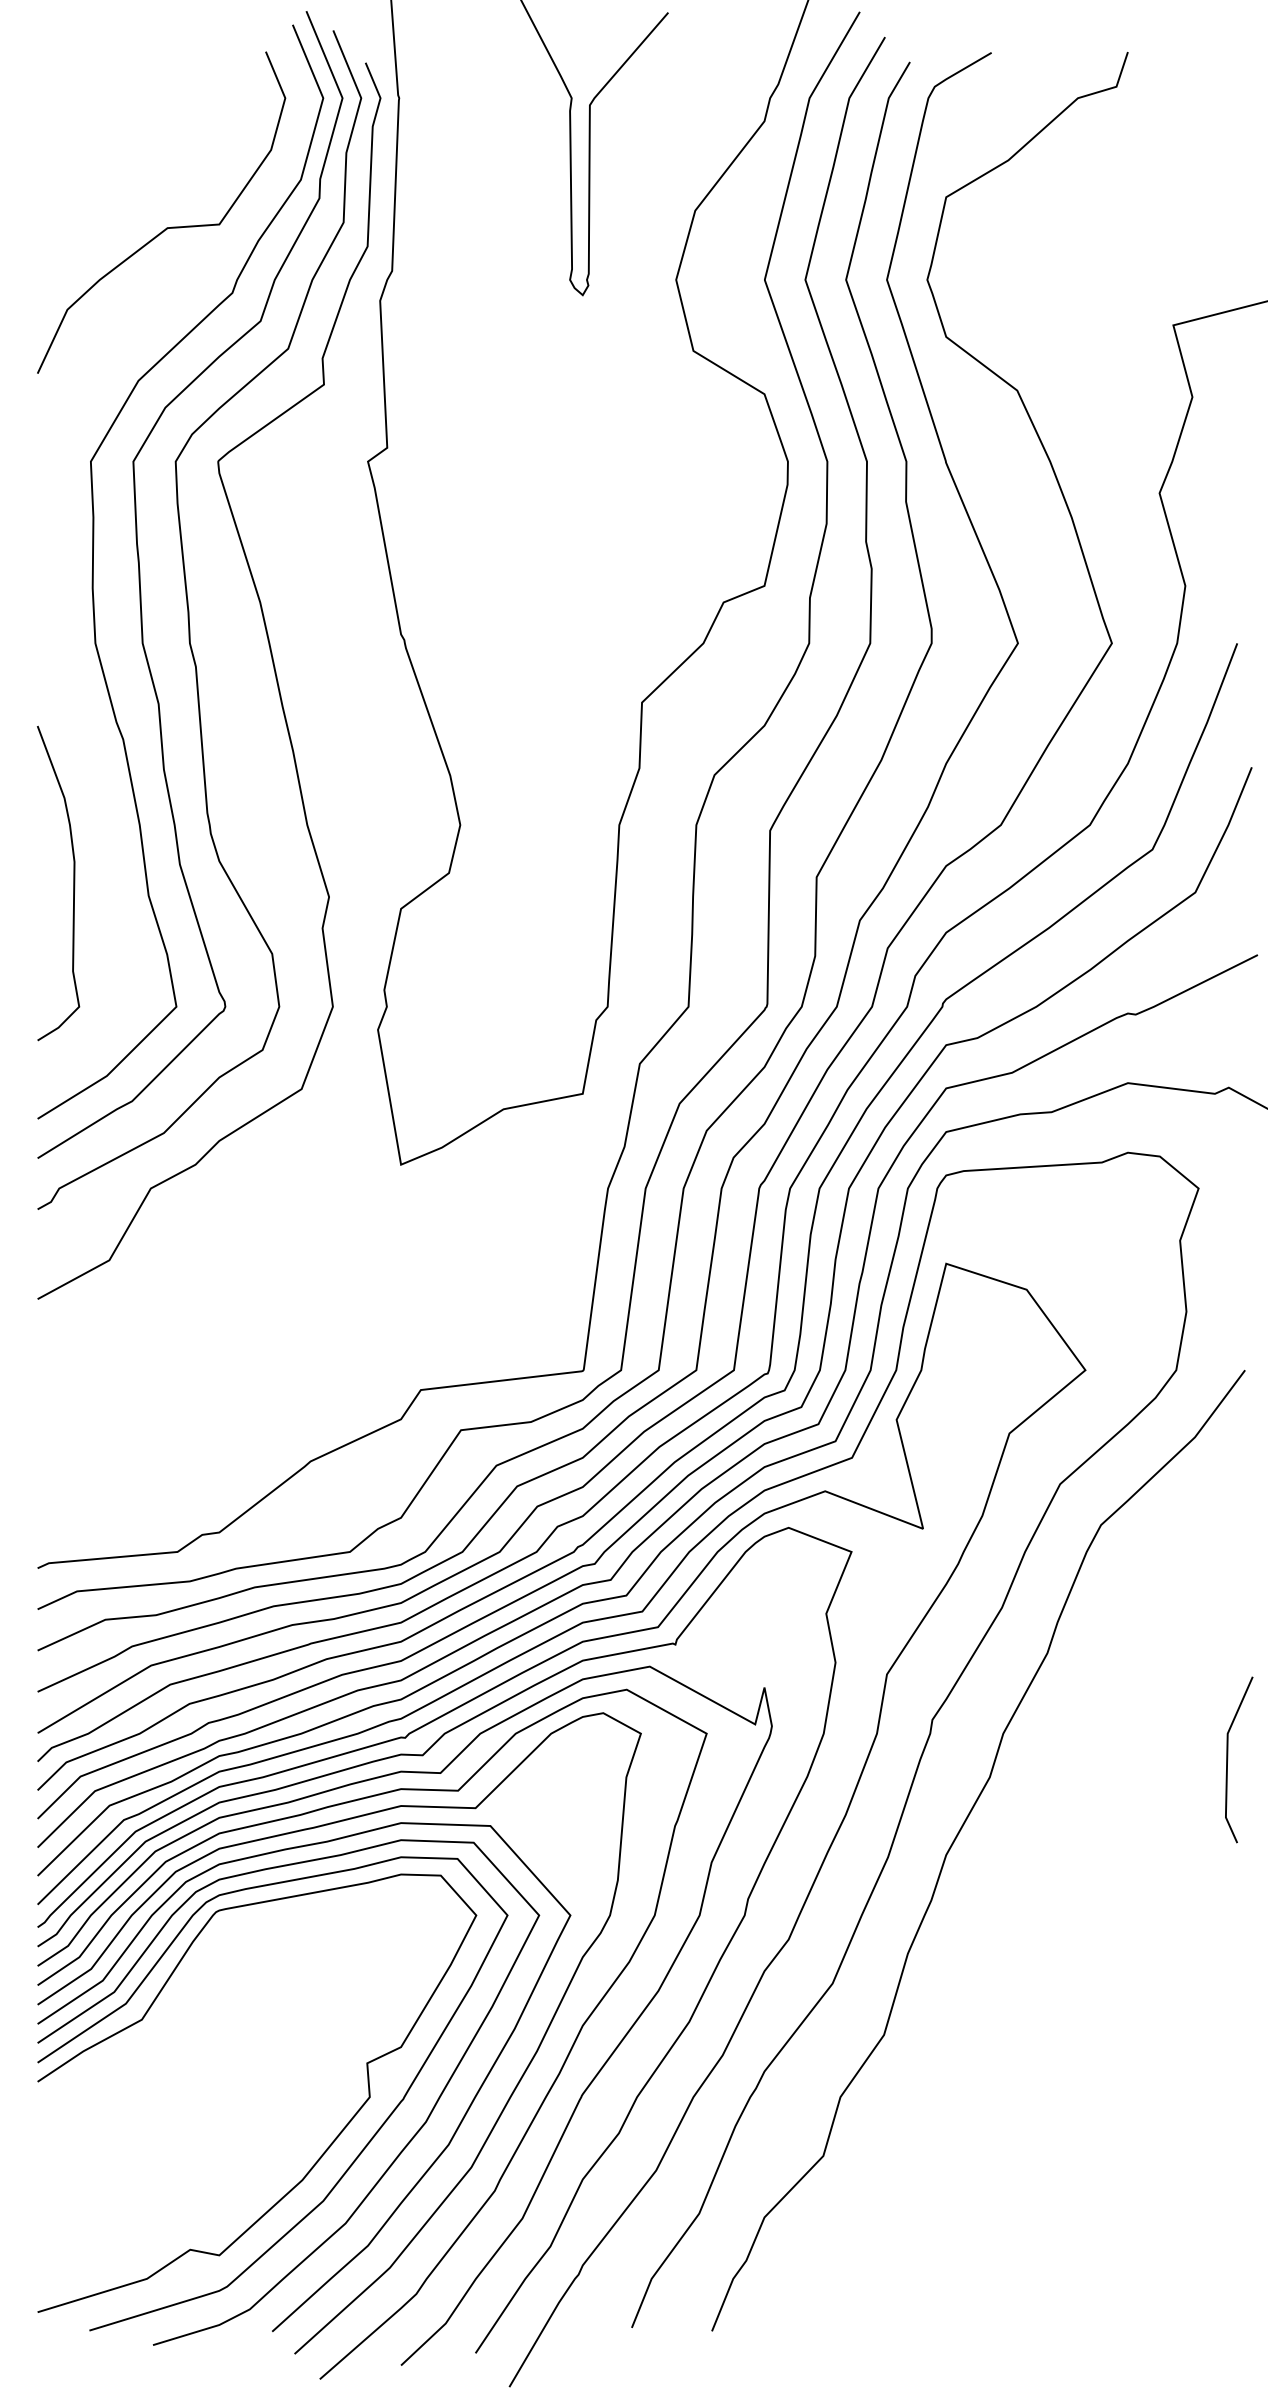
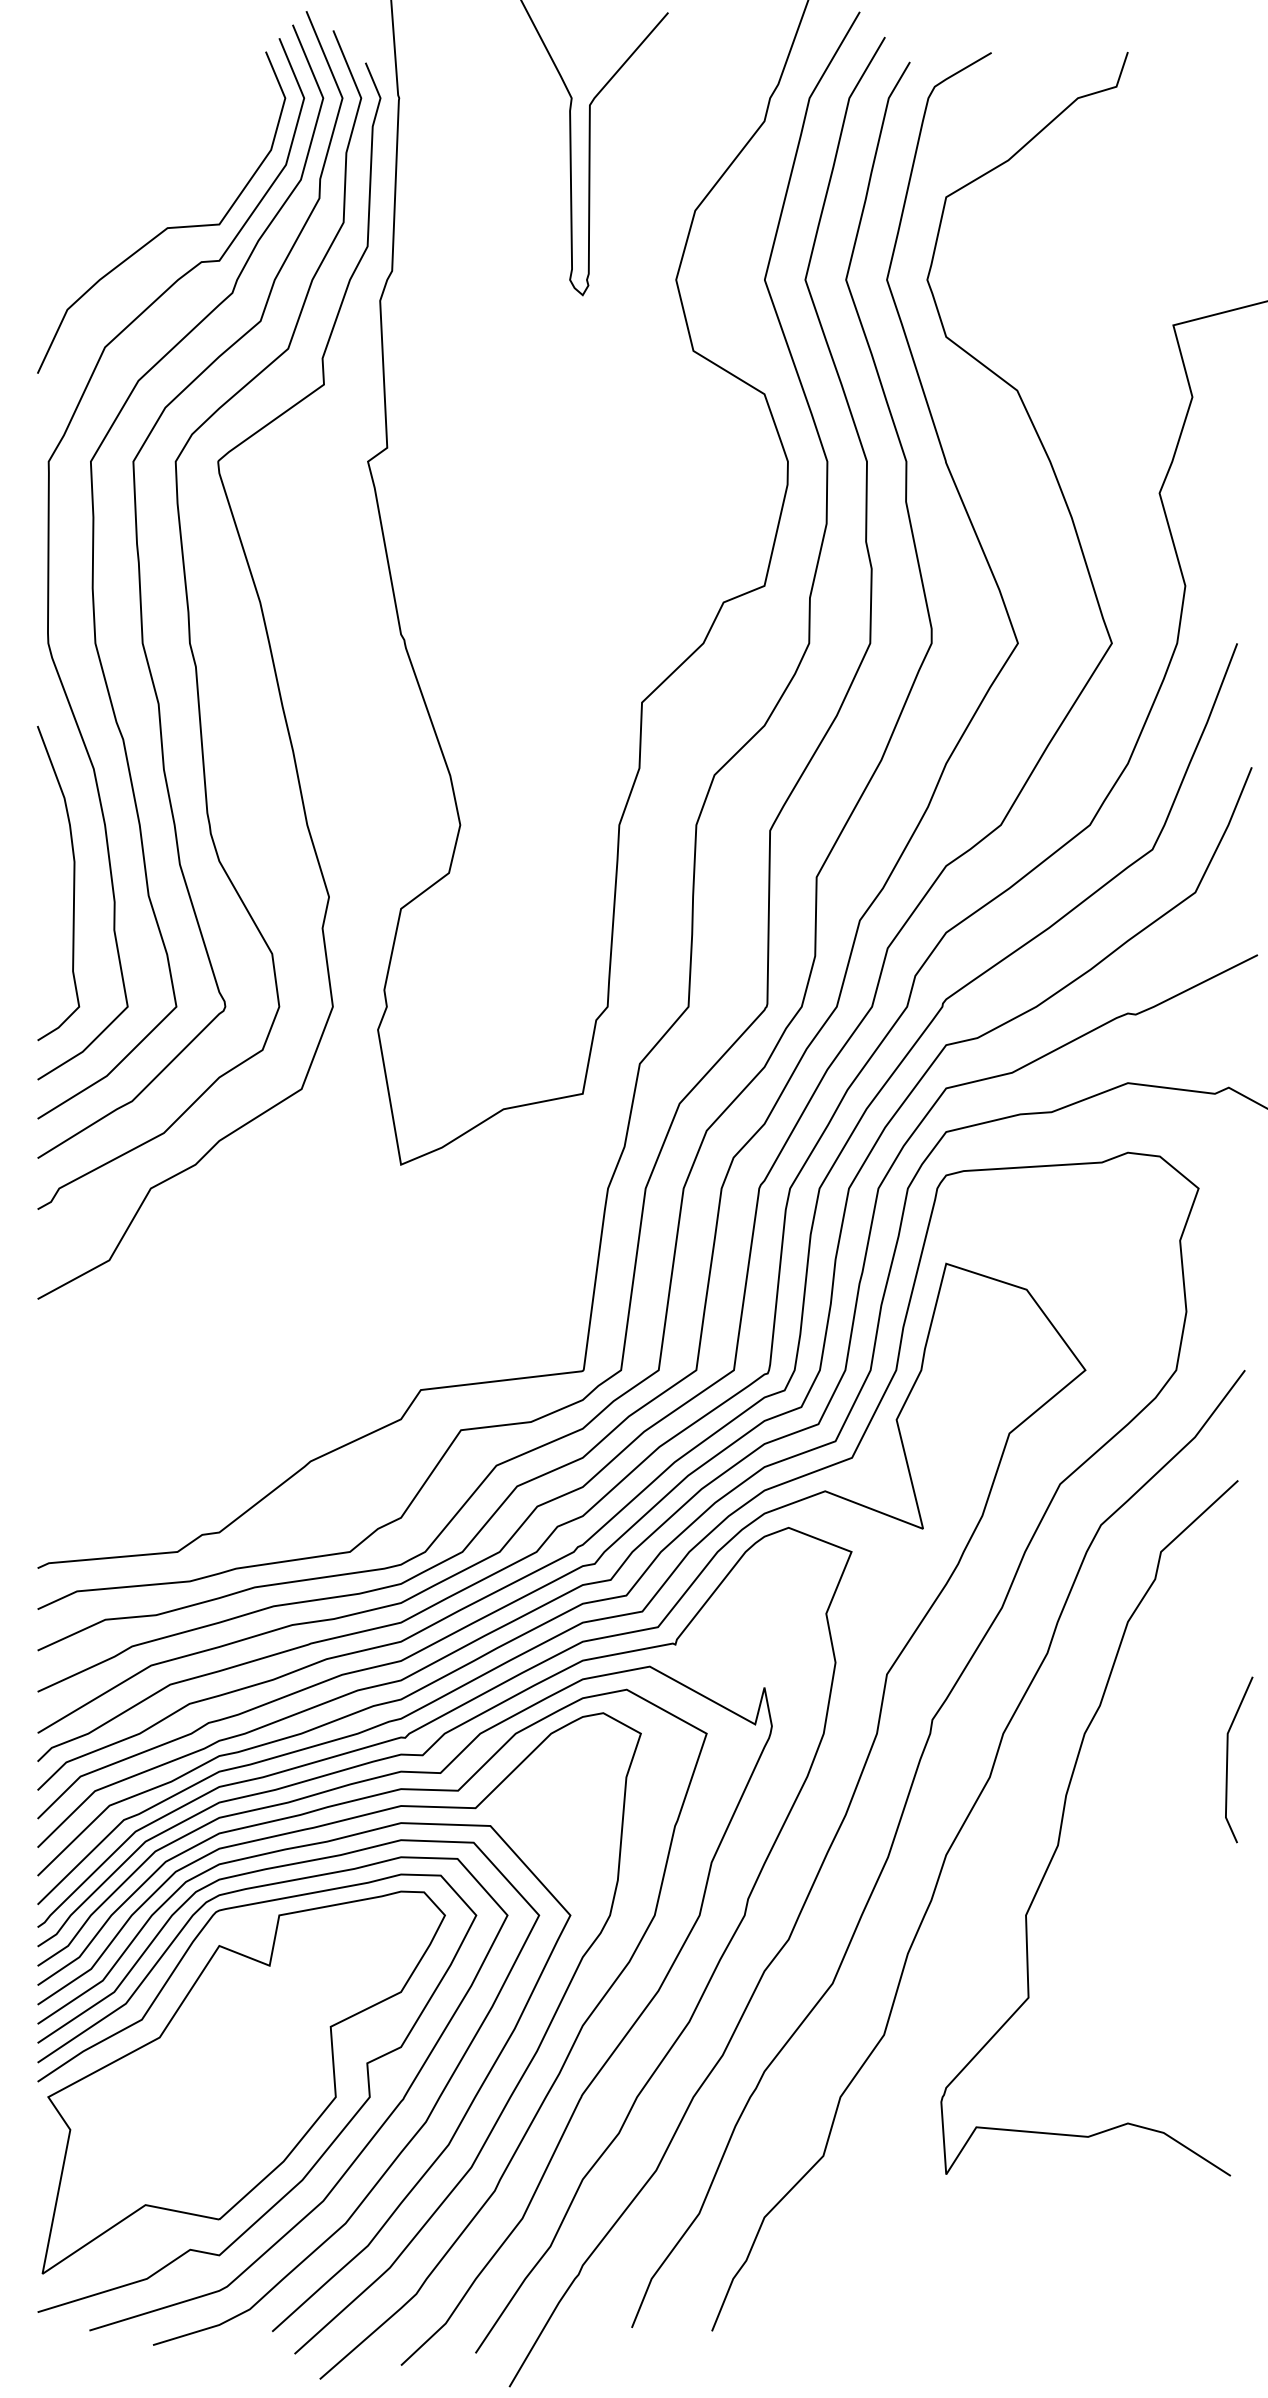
curve at (49, 559): none -> present
curve at (1062, 1825): none -> present
part at (243, 2082): none -> present
